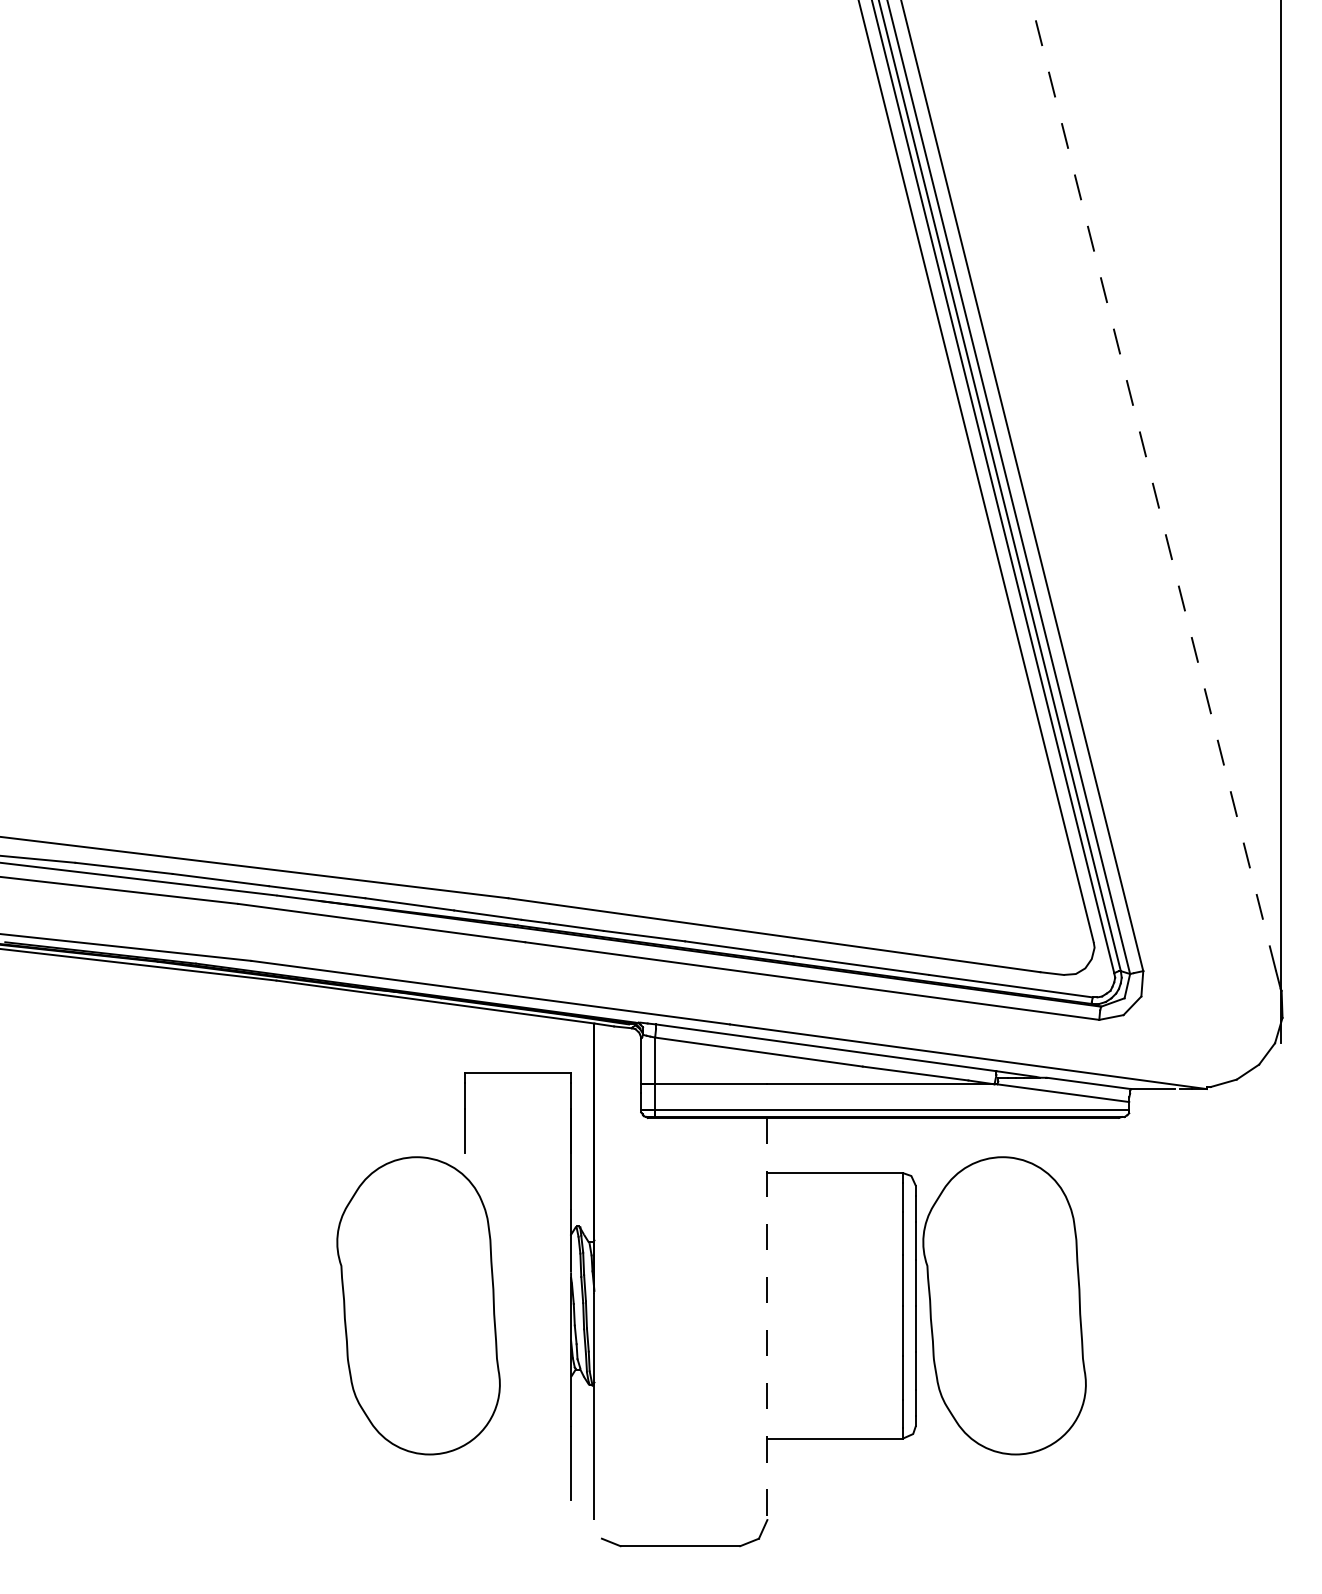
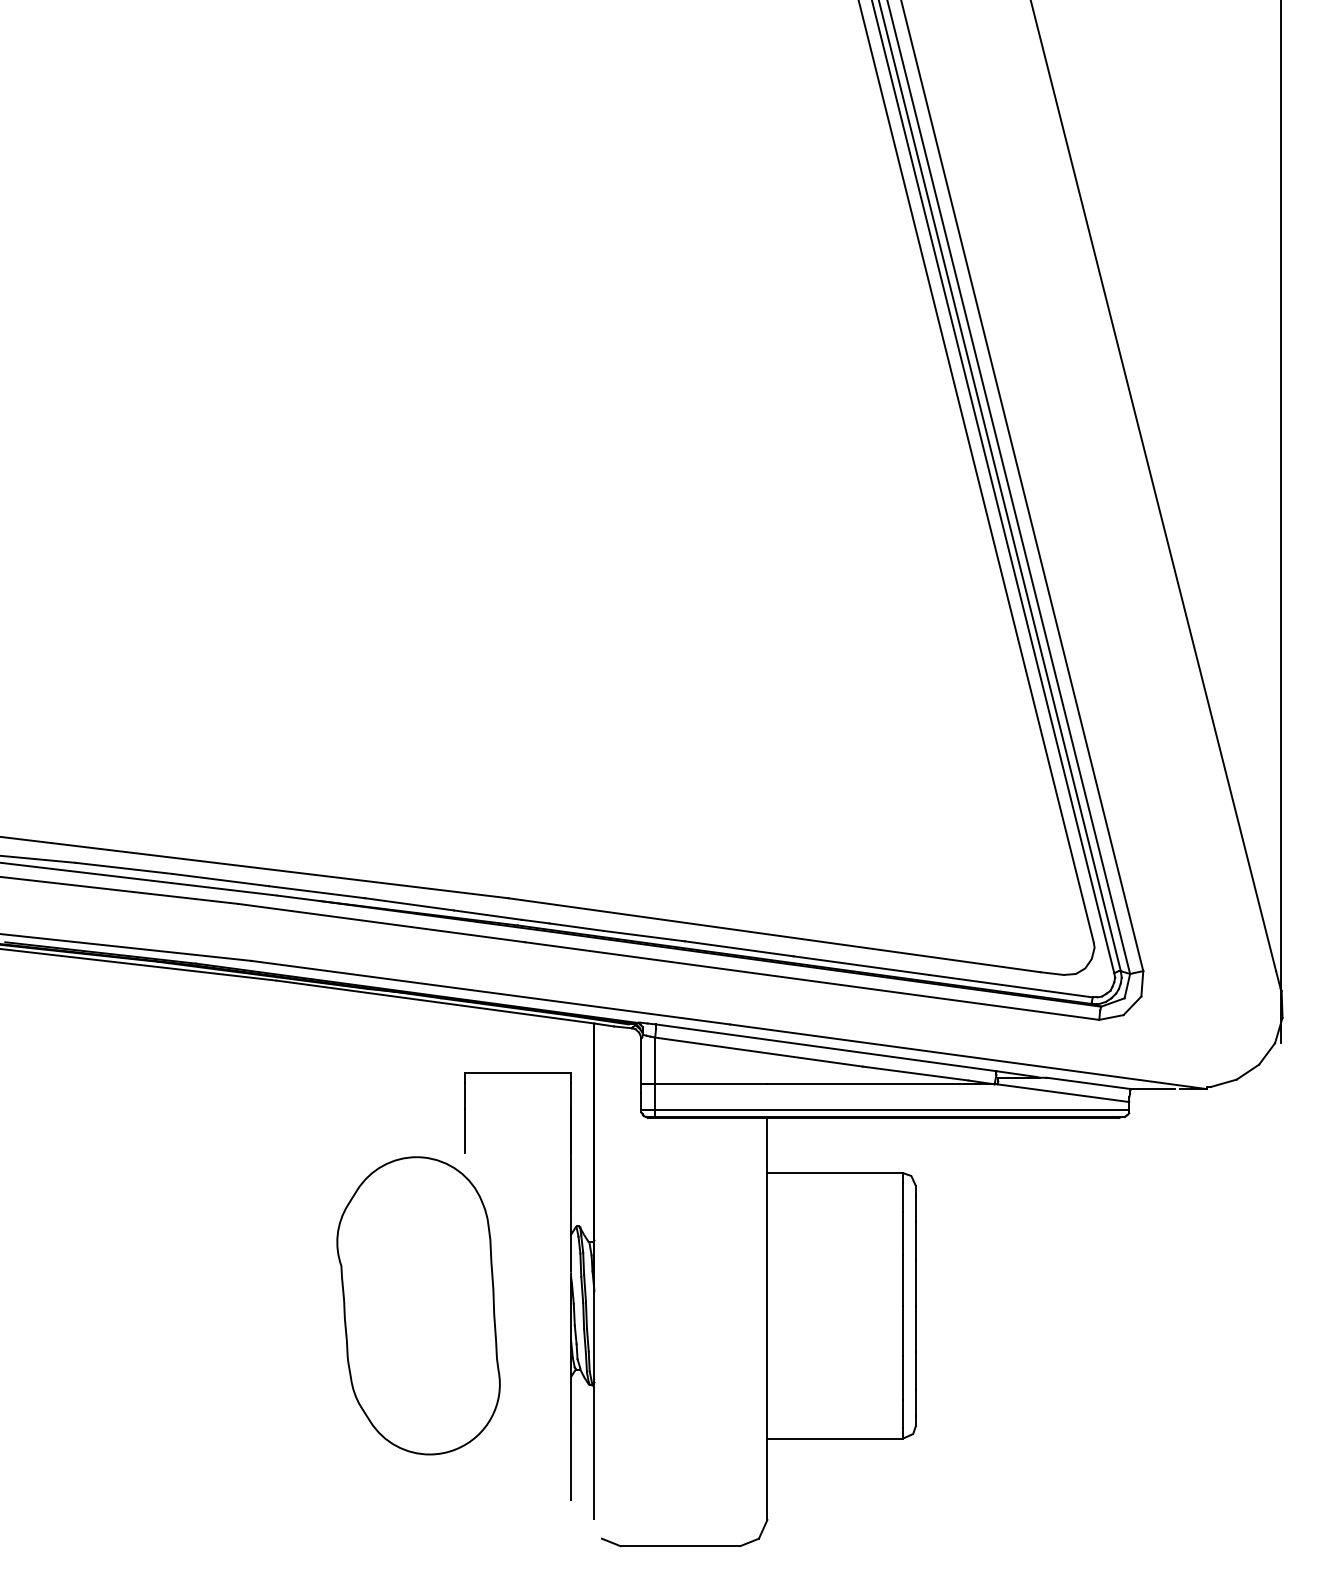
line at (1153, 485): dashed -> solid
part at (1004, 1305): present -> none
line at (767, 1318): dashed -> solid
